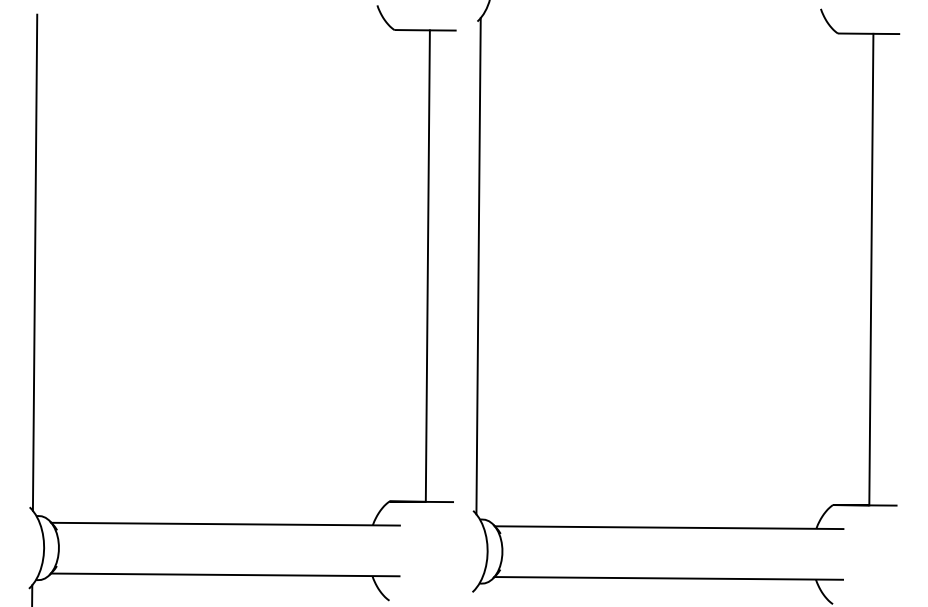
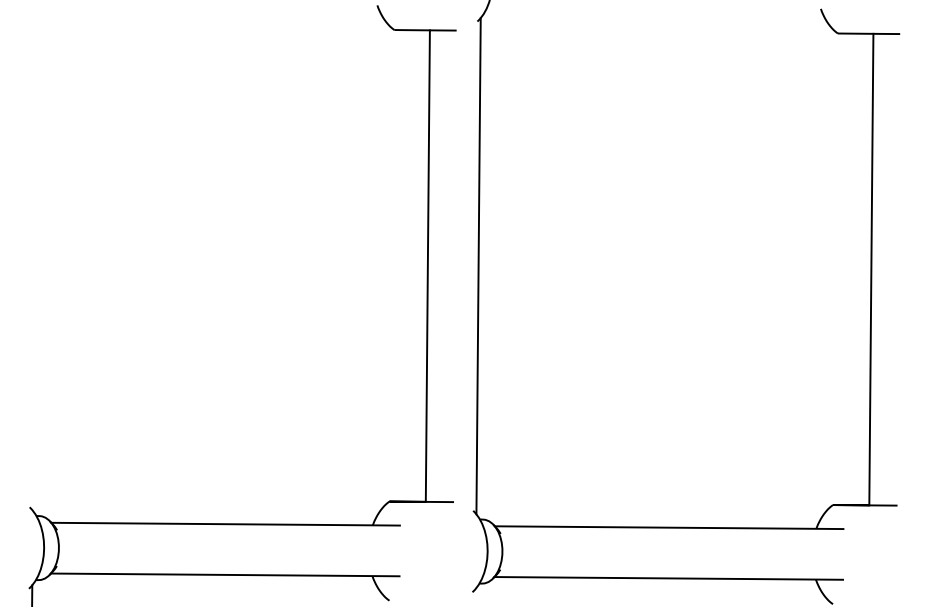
line at (34, 262): present -> none
